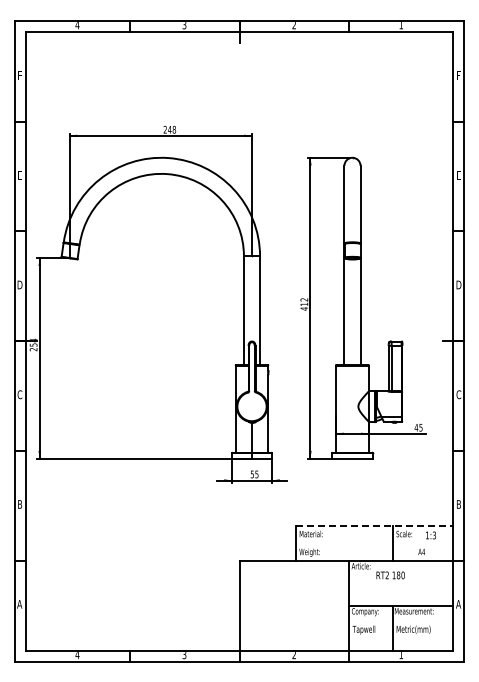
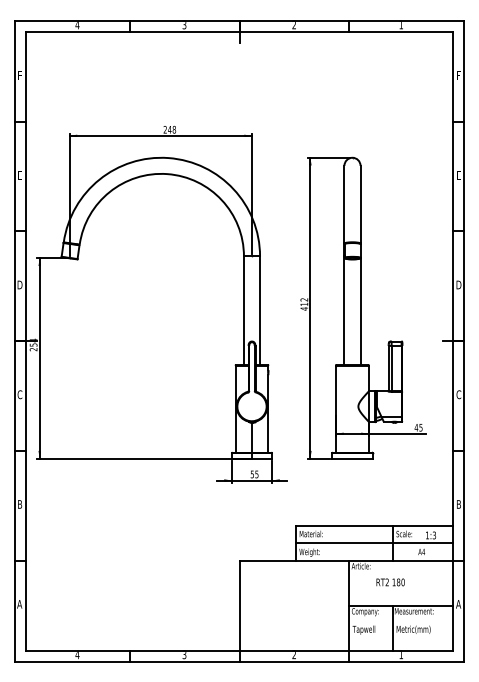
line at (374, 525): dashed -> solid
line at (374, 543): none -> present
text at (390, 575) position: (390, 575) -> (390, 582)
